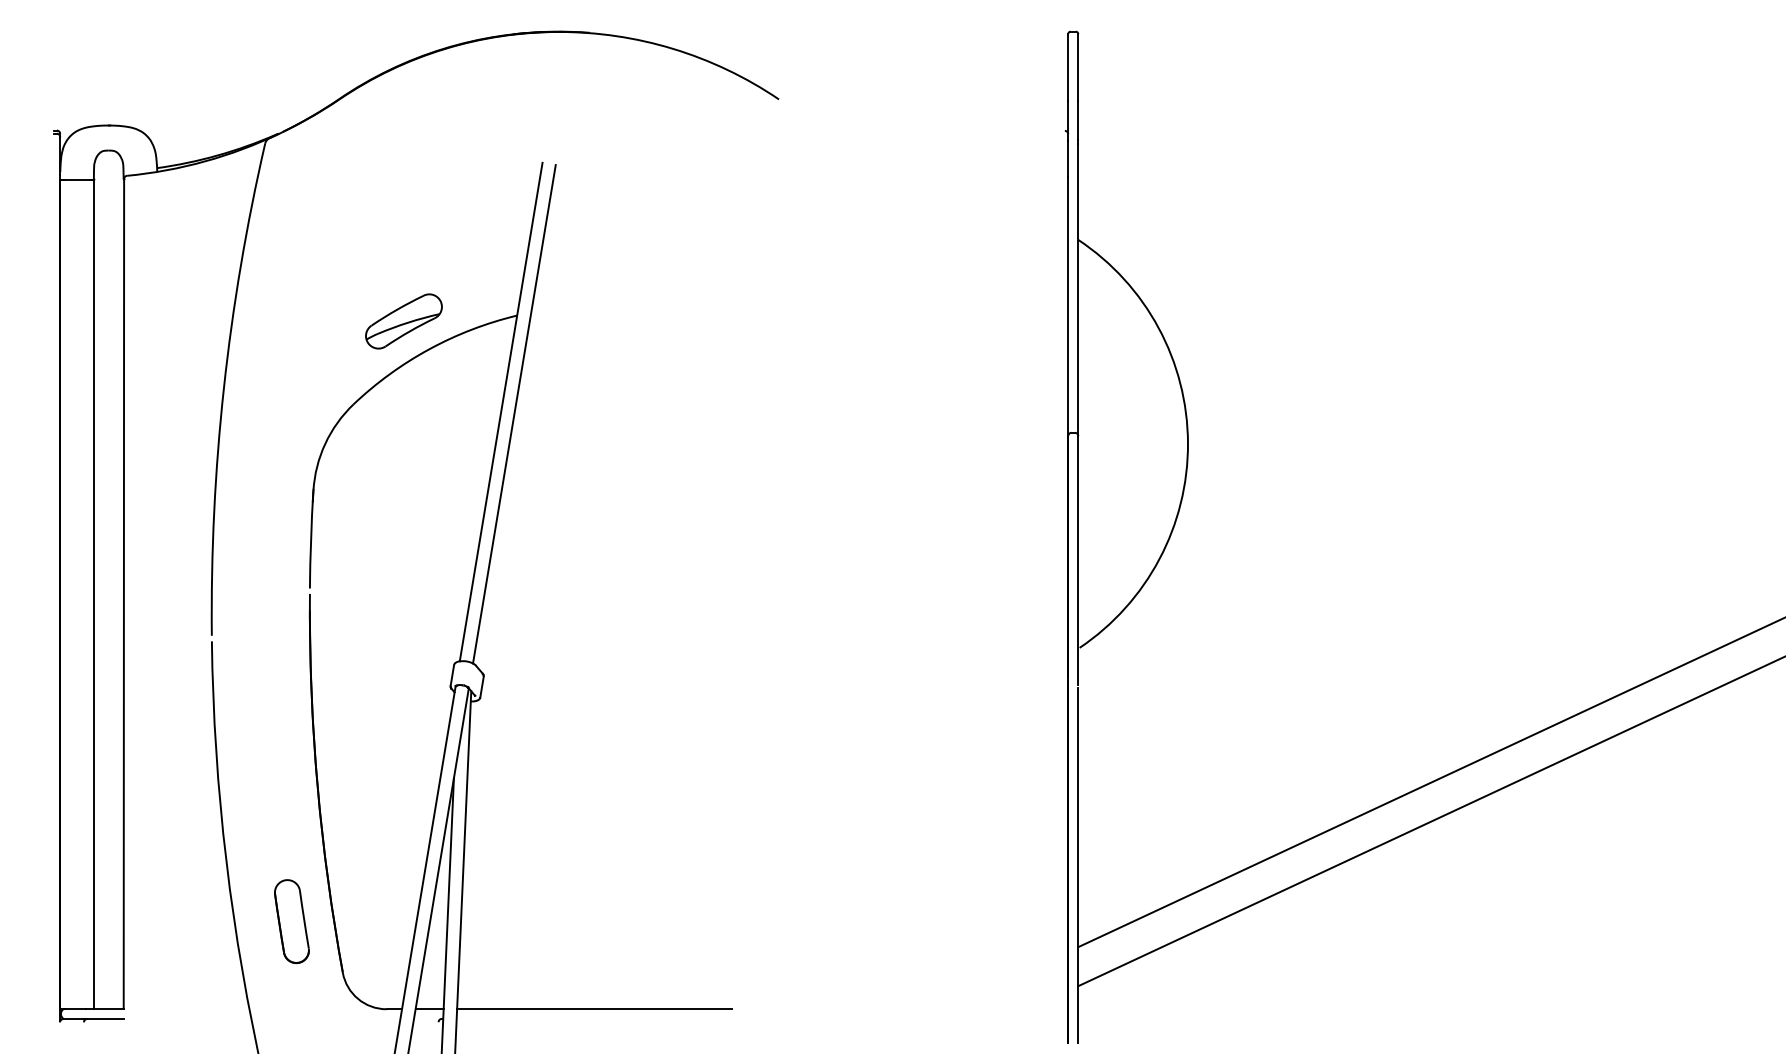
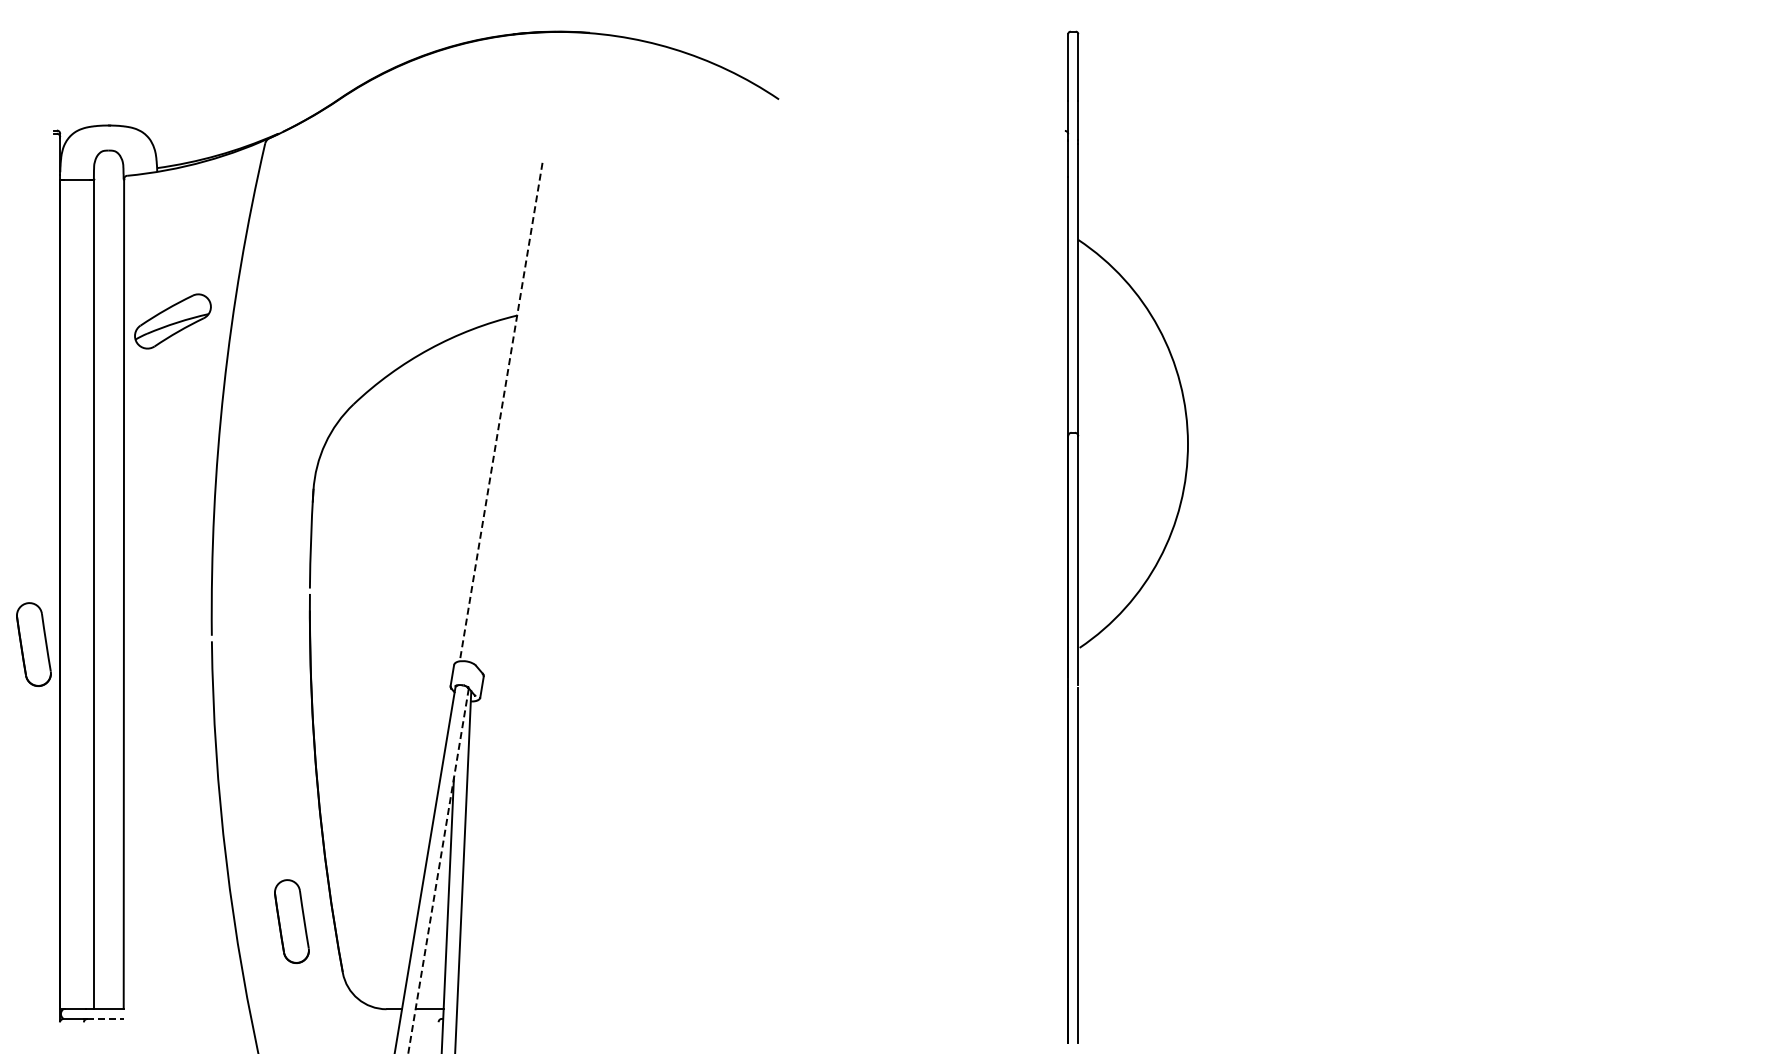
part at (403, 321) position: (403, 321) -> (172, 321)
line at (501, 412): solid -> dashed
line at (514, 414): present -> none
part at (33, 644): none -> present
line at (1430, 782): present -> none
line at (1430, 821): present -> none
line at (438, 870): solid -> dashed
line at (594, 1009): present -> none
line at (106, 1019): solid -> dashed
